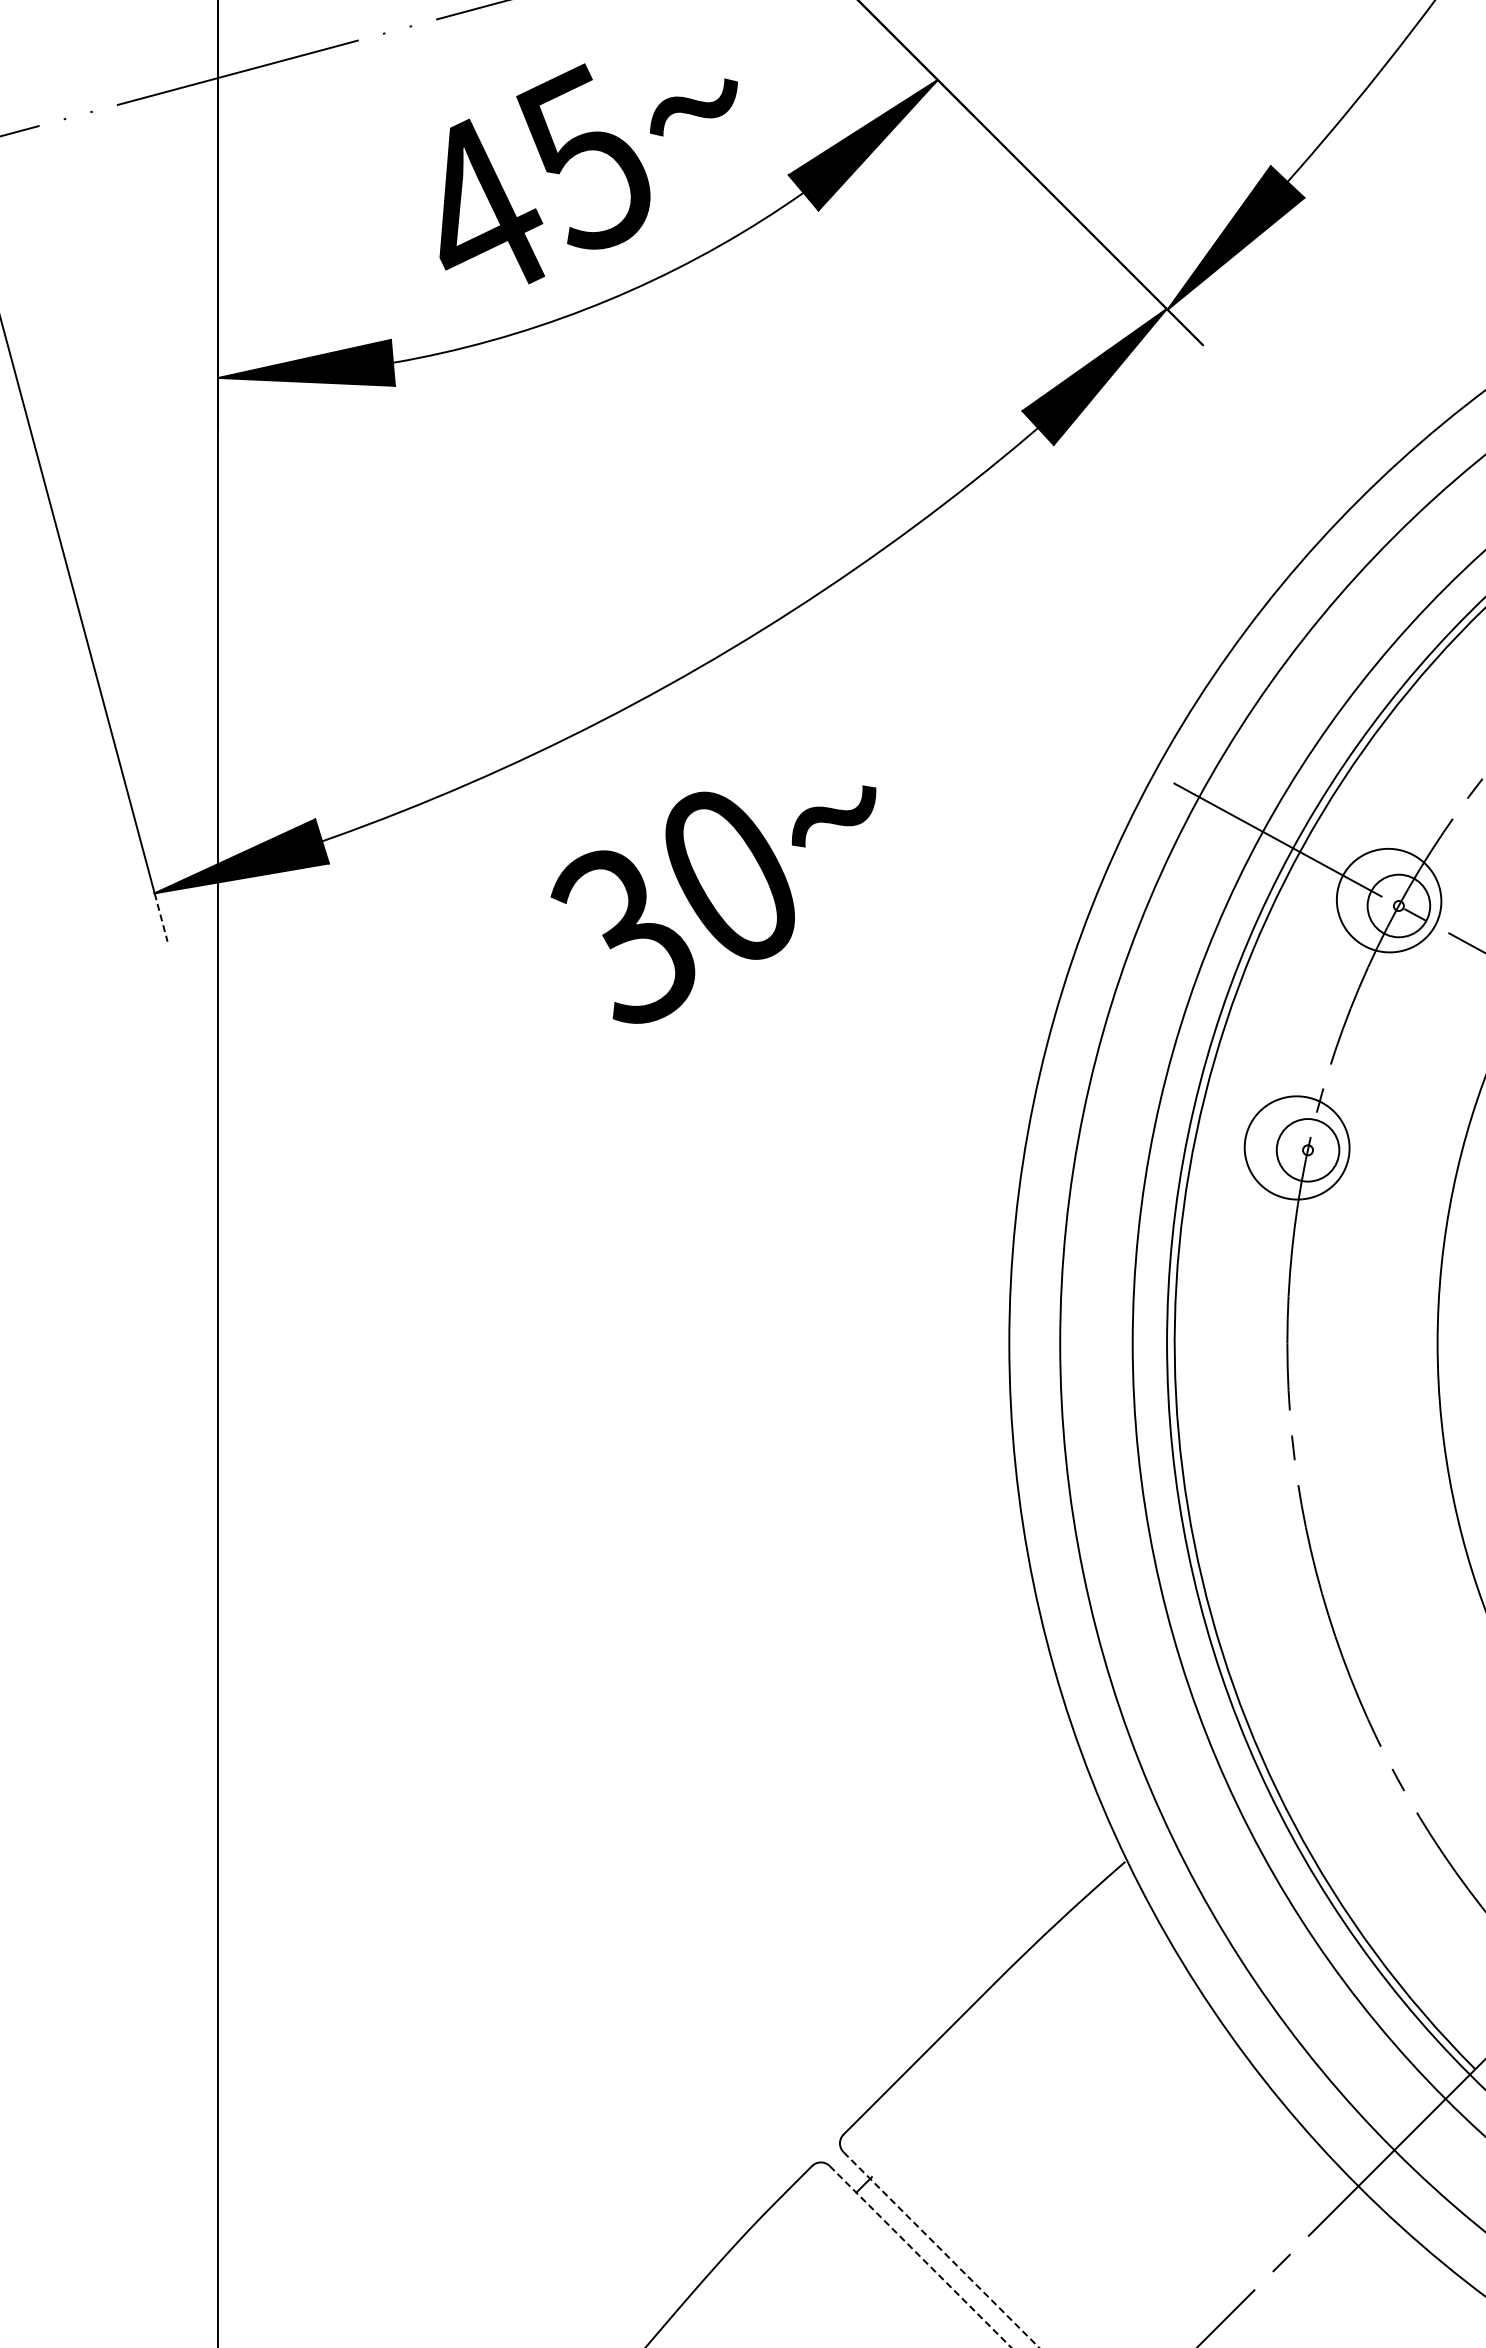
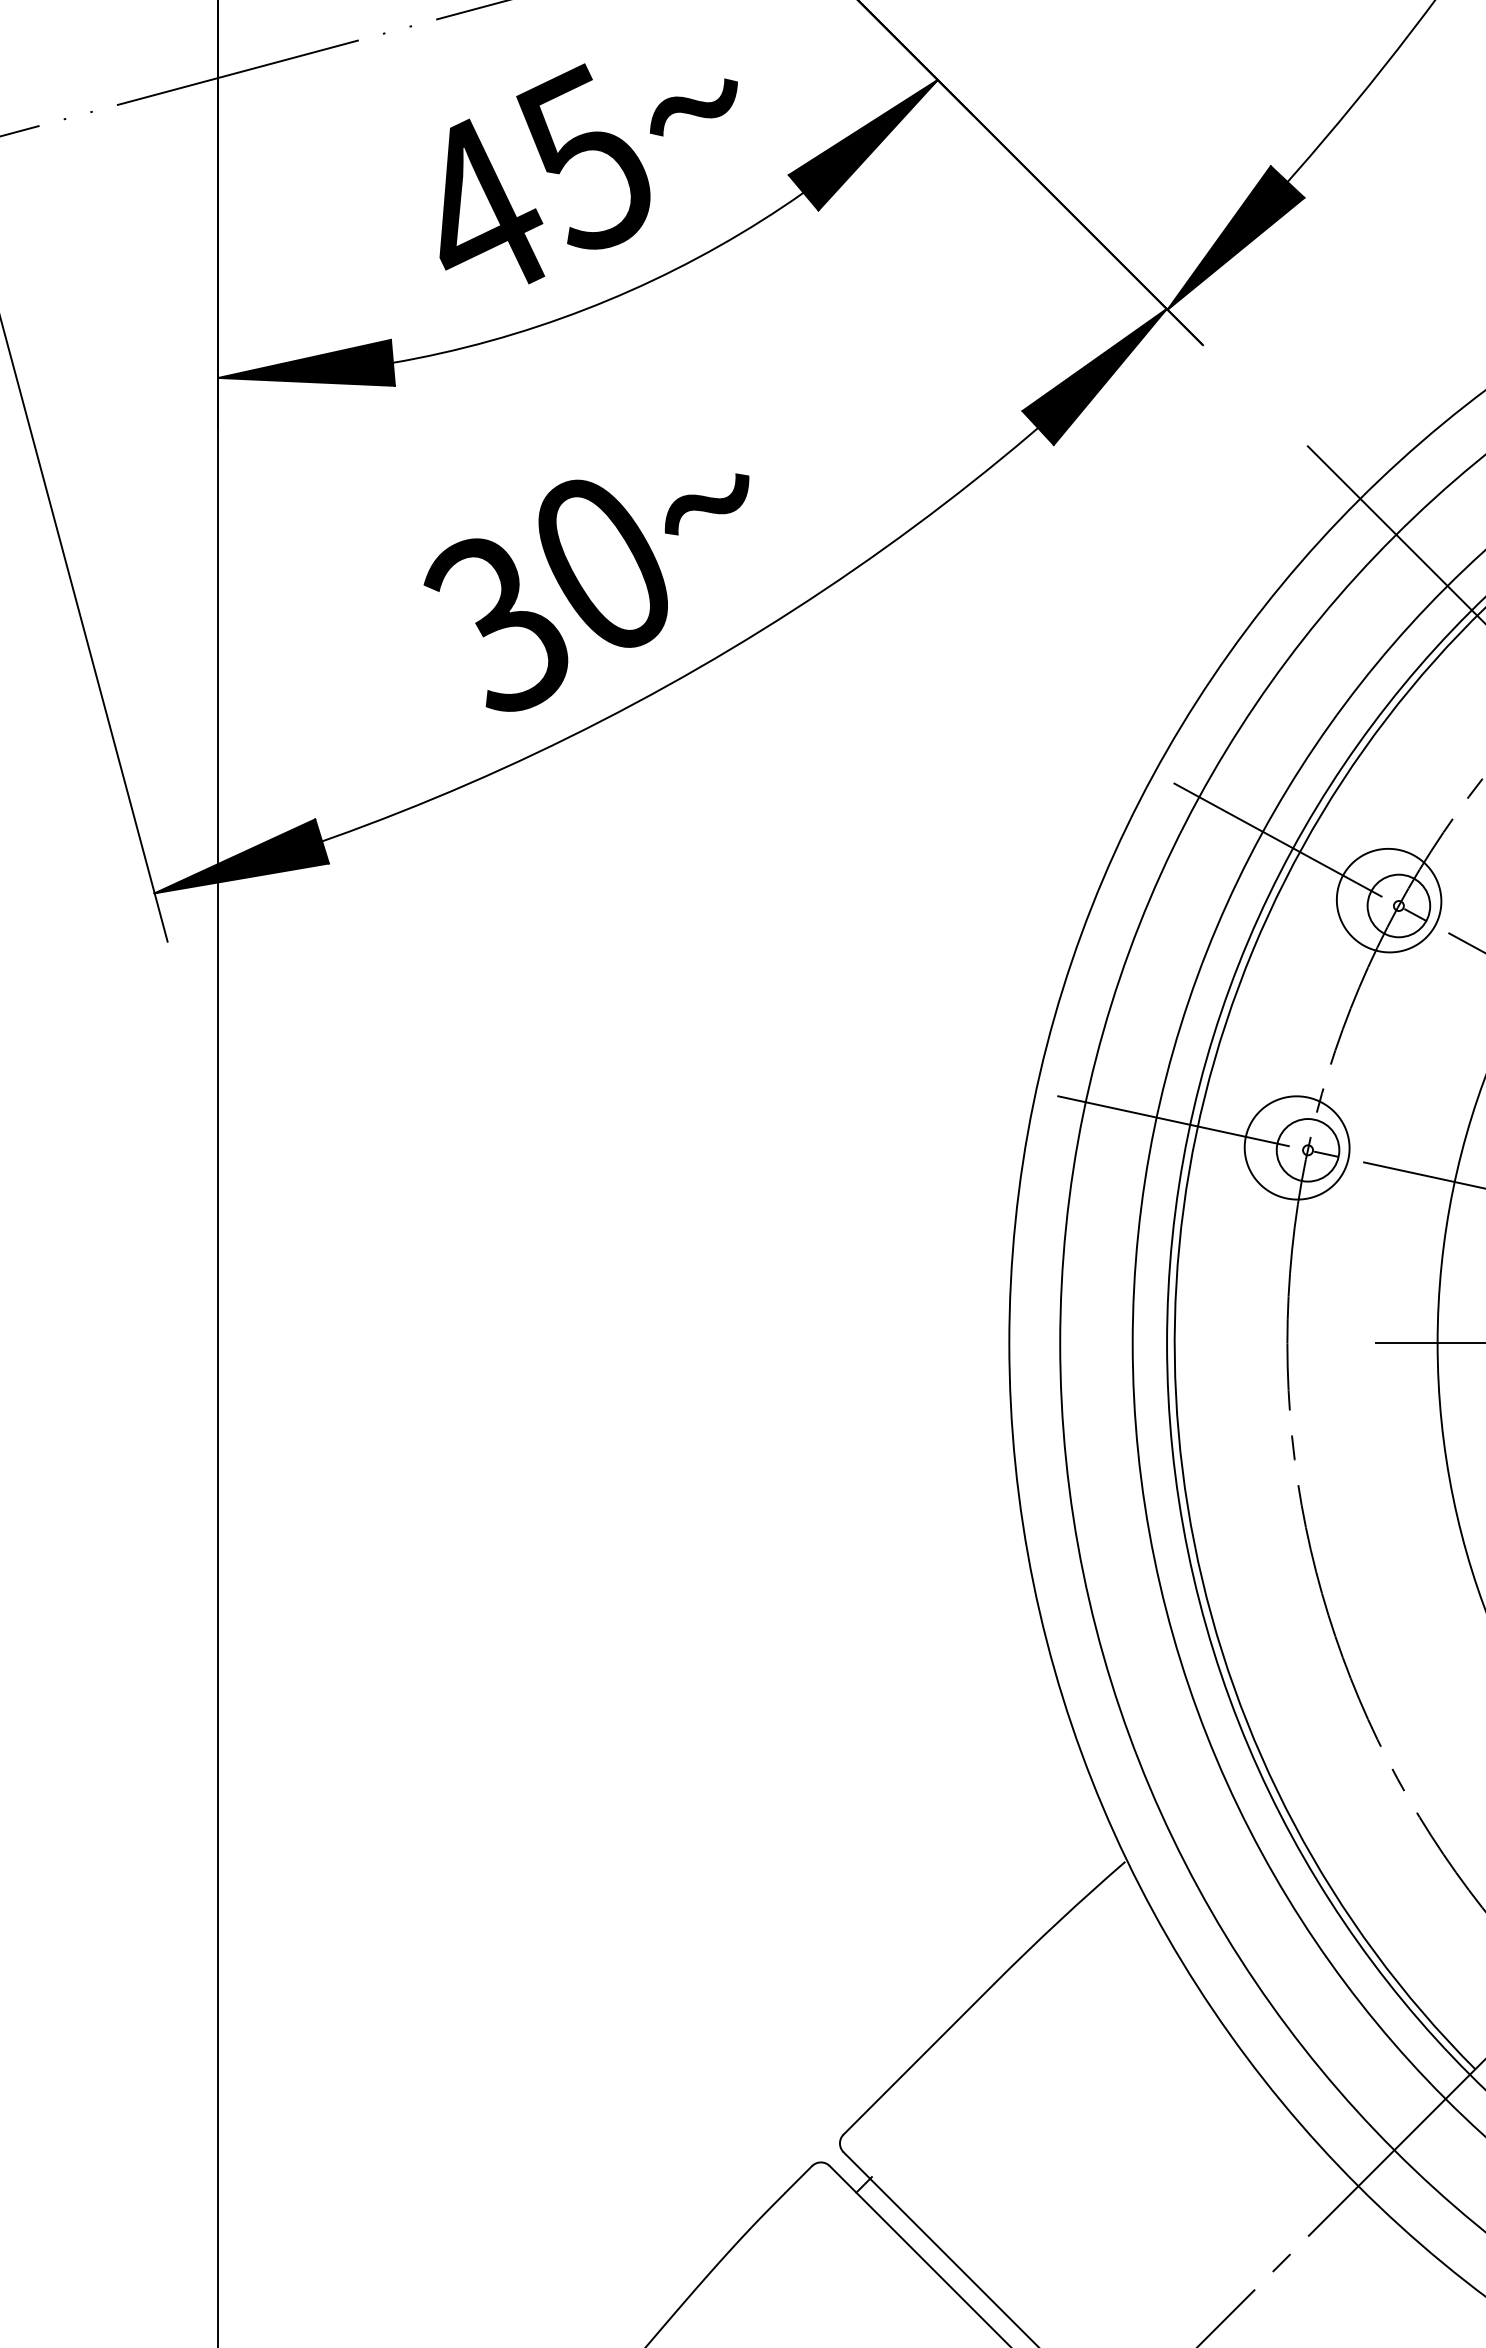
line at (1394, 533): none -> present
text at (713, 904) position: (713, 904) -> (586, 592)
line at (161, 917): dashed -> solid
line at (1269, 1142): none -> present
line at (1428, 1343): none -> present
line at (941, 2249): dashed -> solid
line at (920, 2257): dashed -> solid
